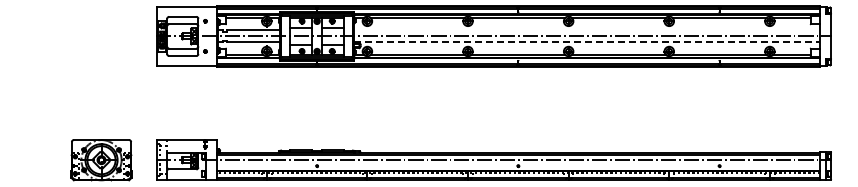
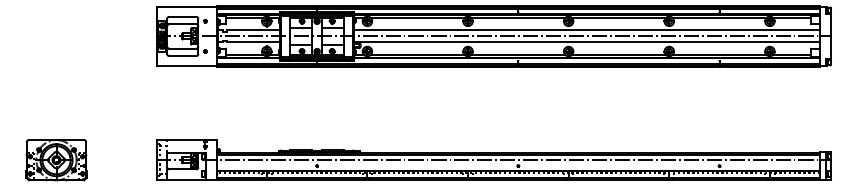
line at (587, 30): none -> present
line at (587, 42): dashed -> solid
part at (101, 160) position: (101, 160) -> (56, 160)
